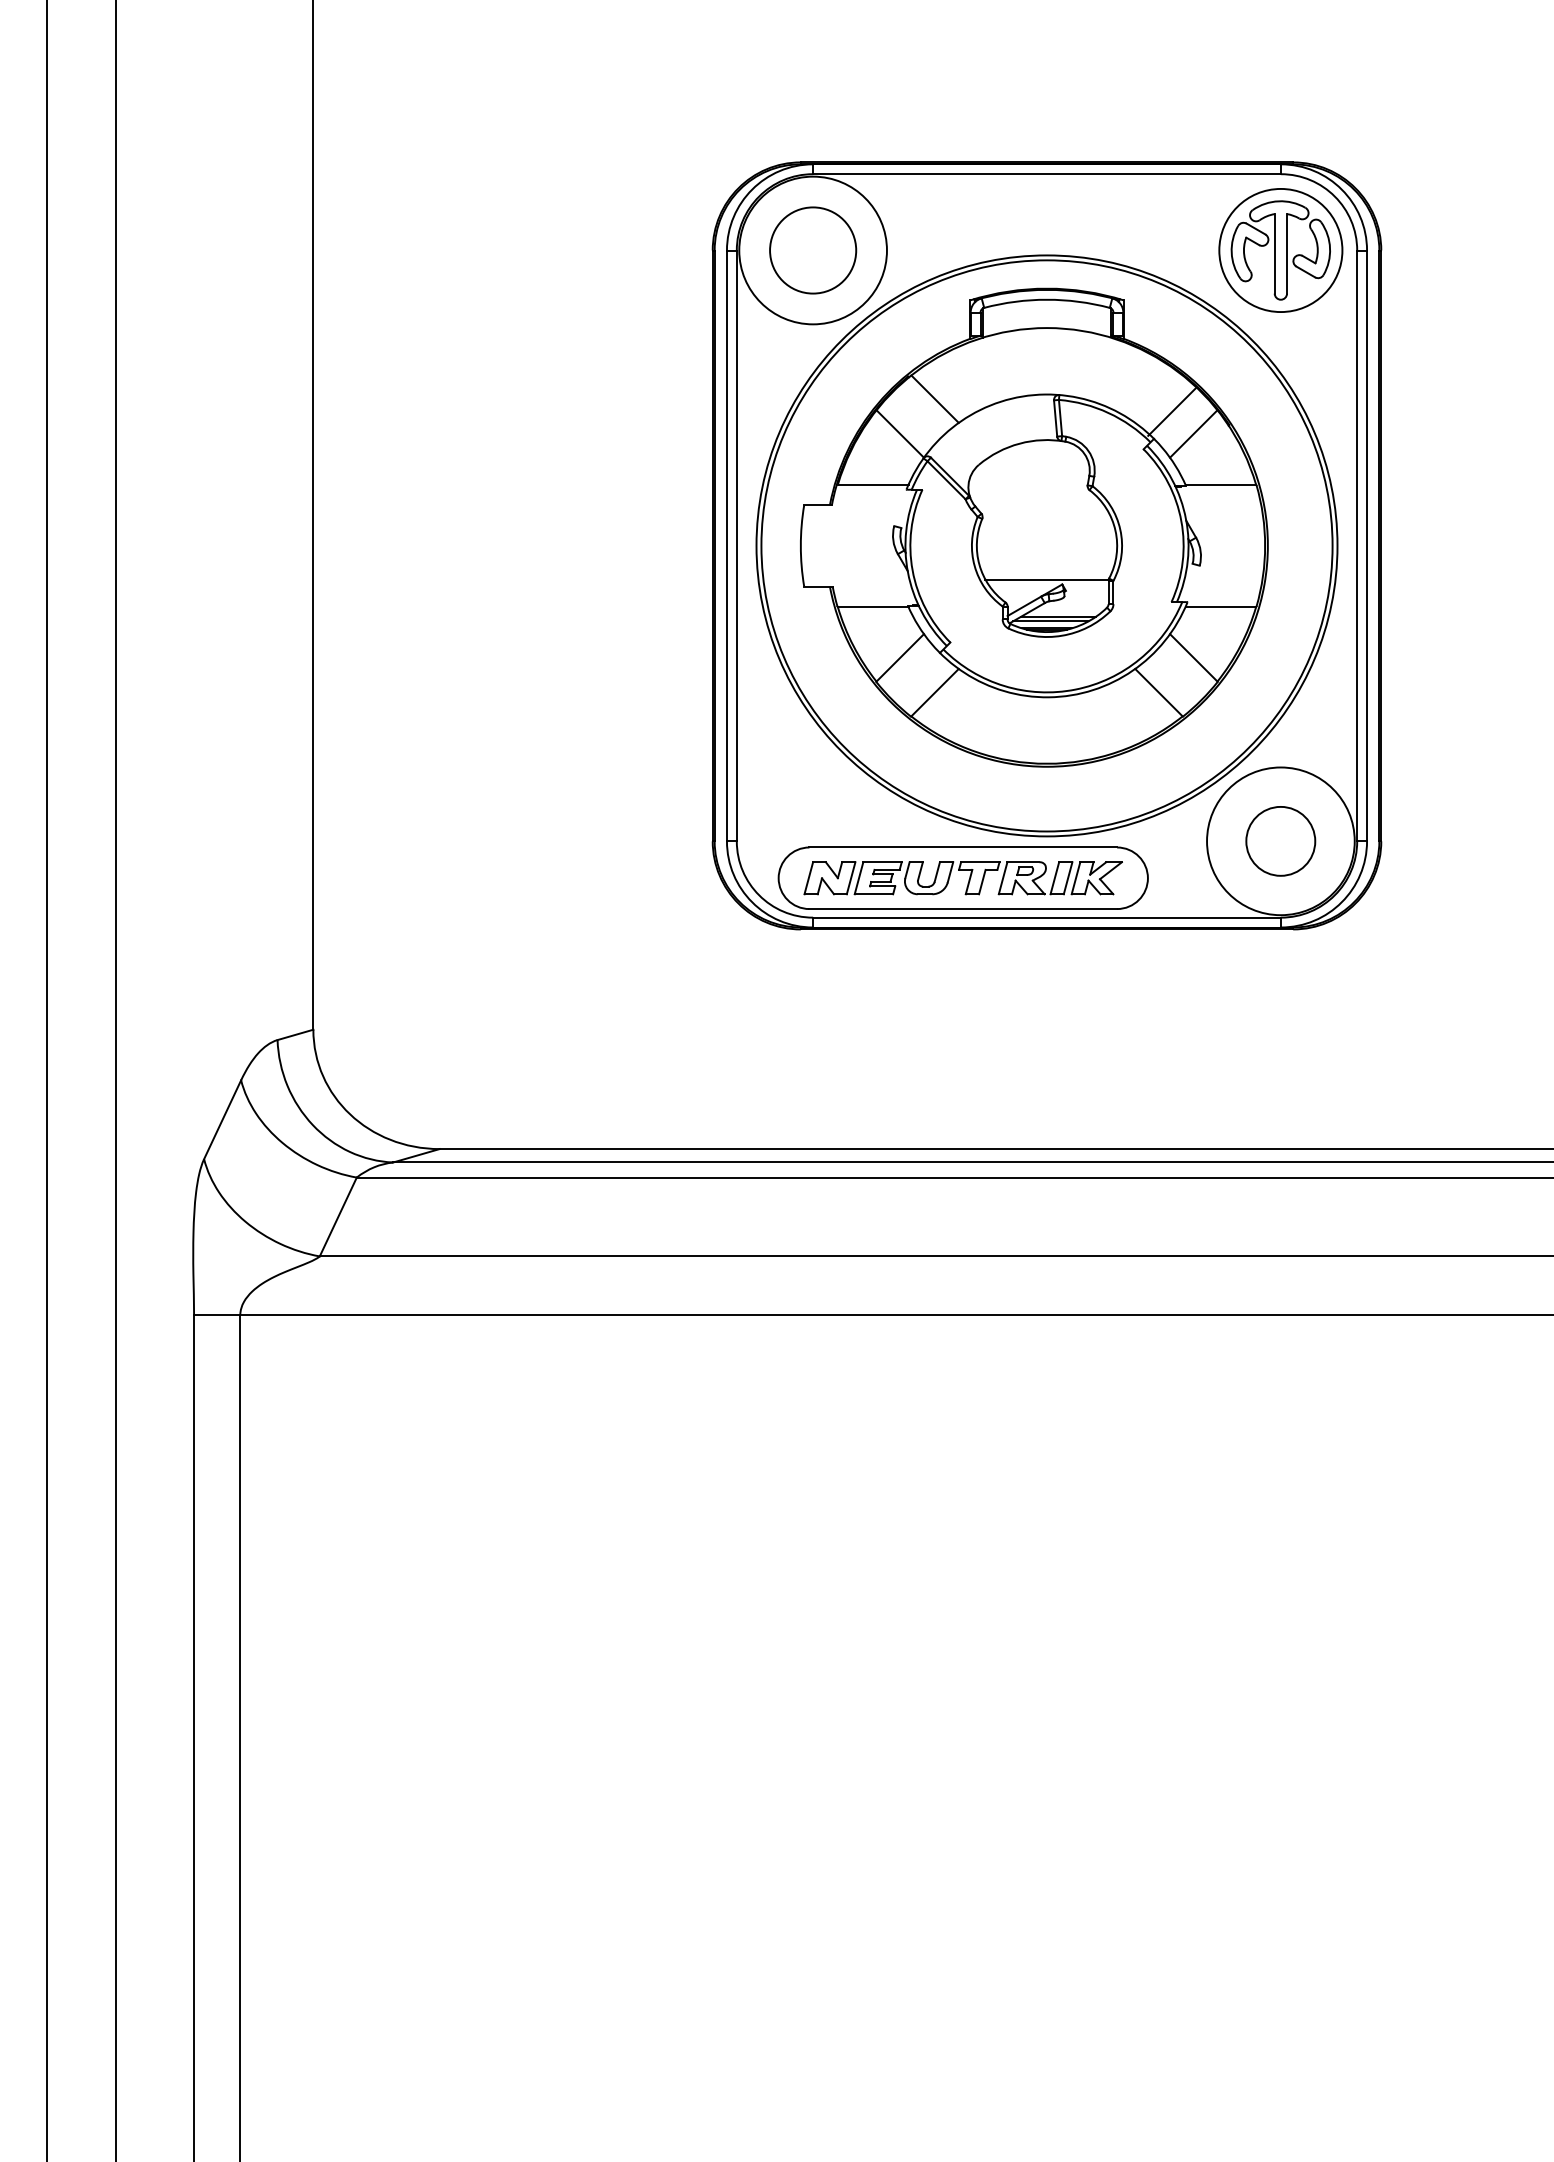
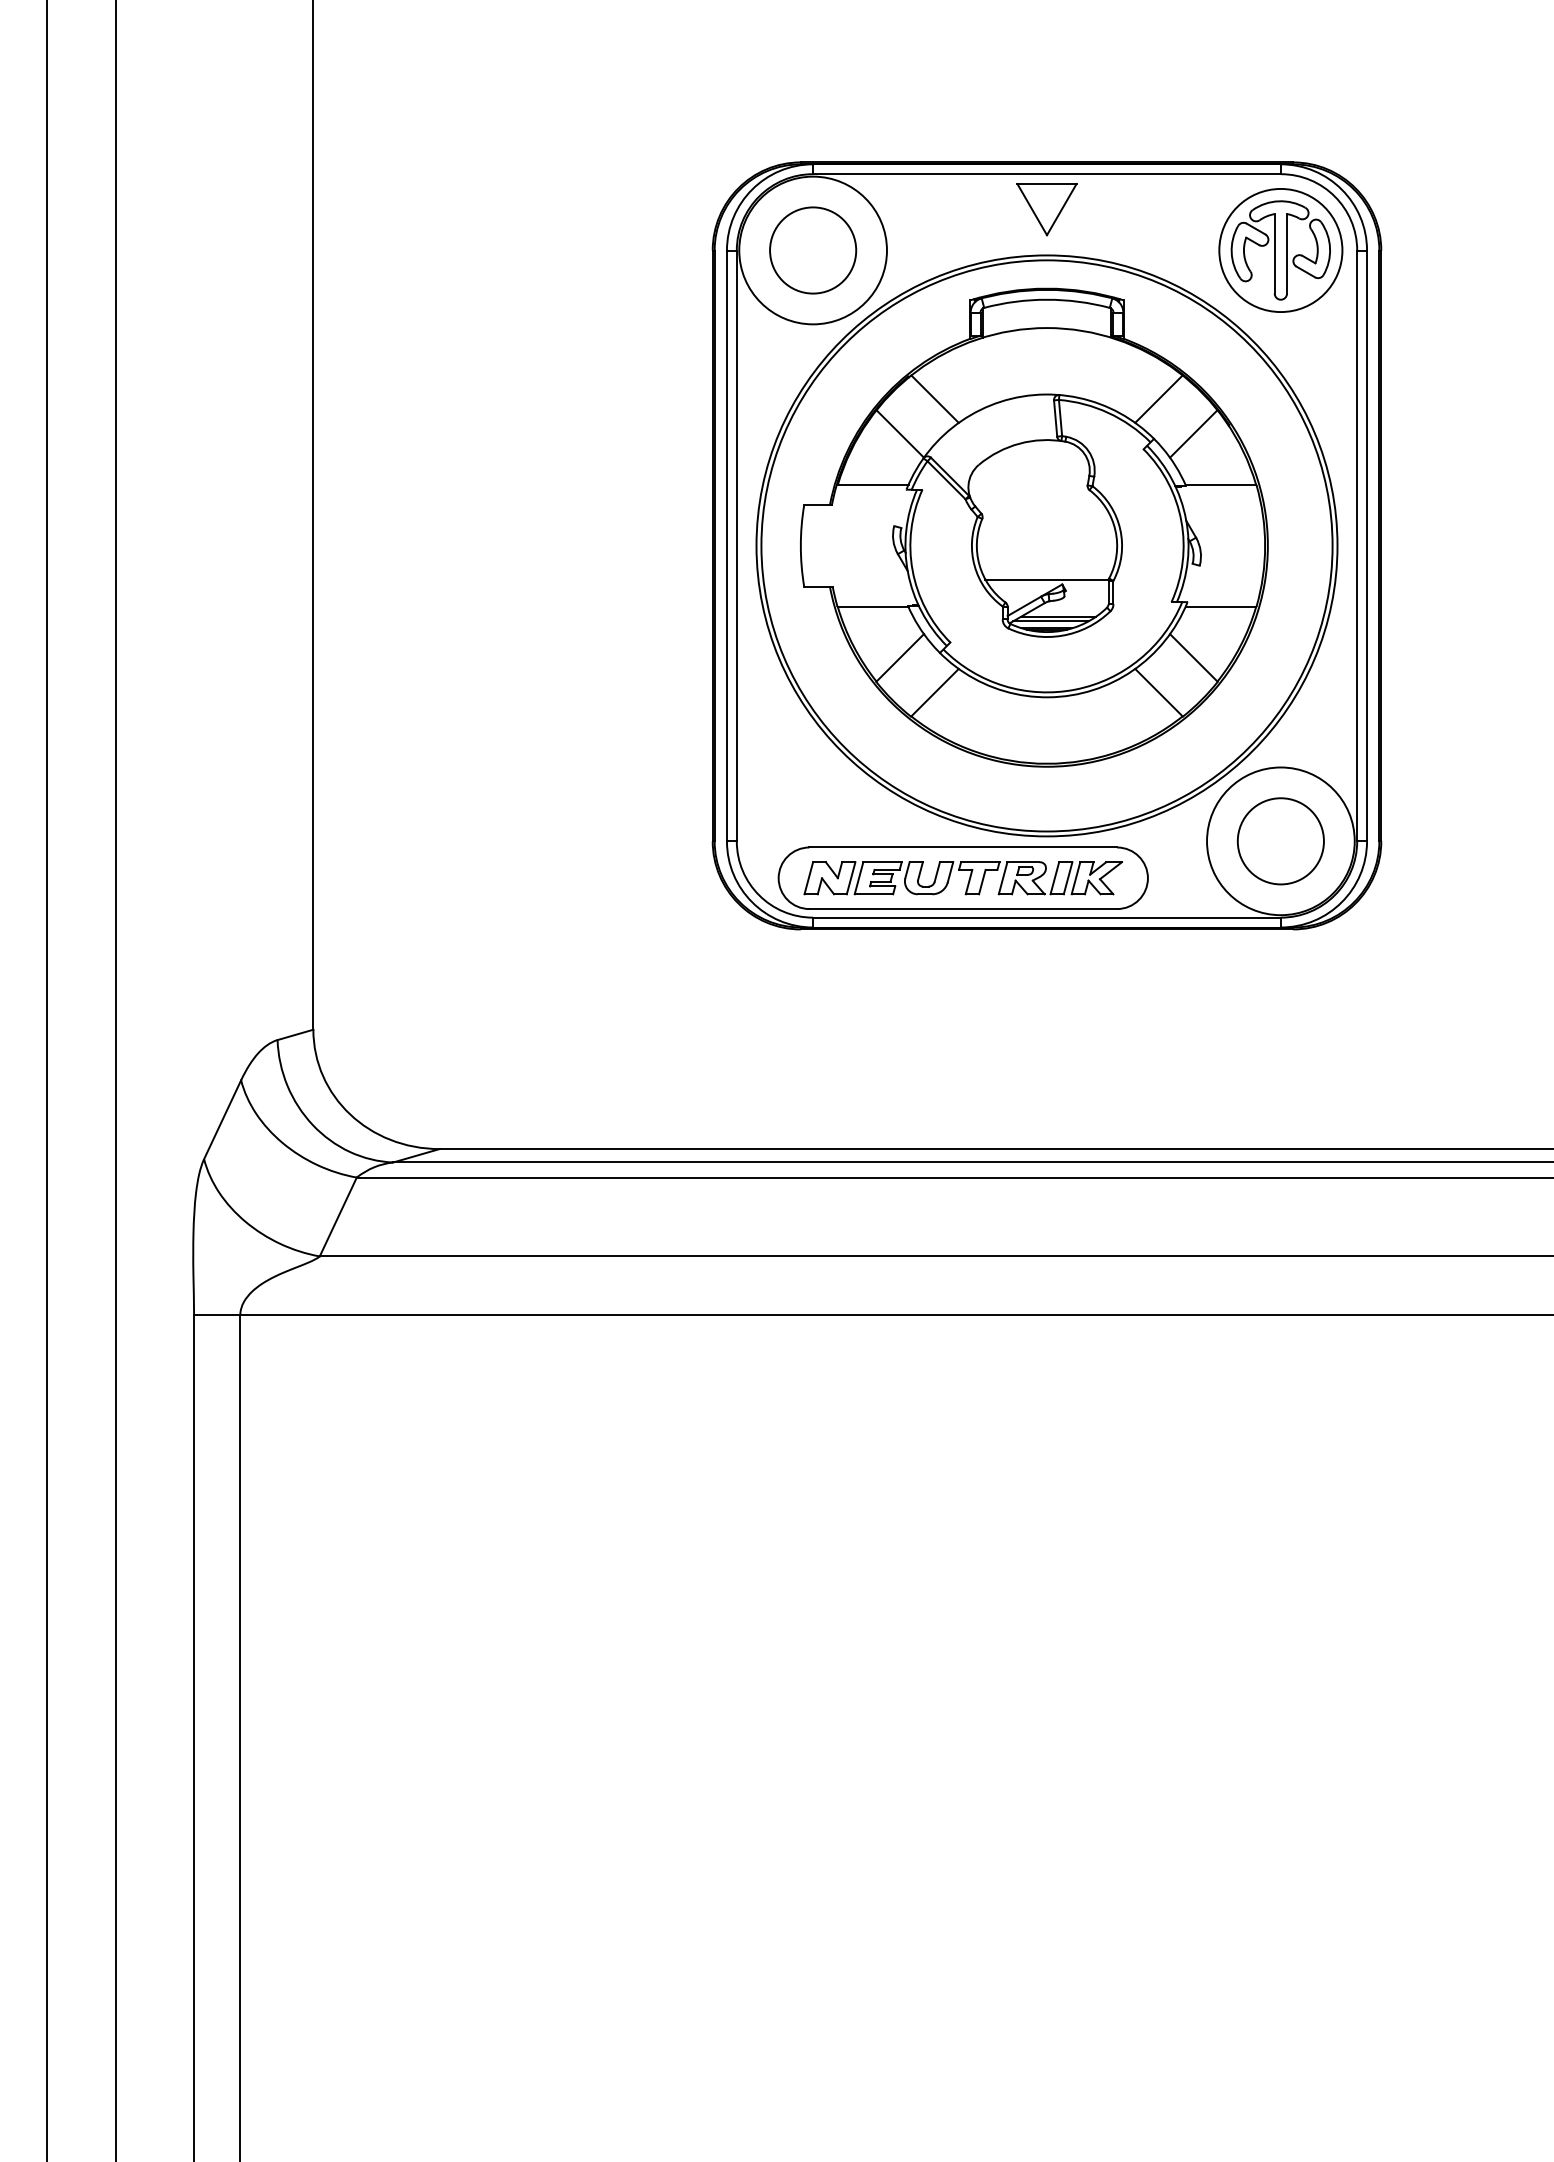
part at (1046, 209): none -> present
line at (1171, 411) position: (1171, 411) -> (1158, 398)
circle at (1280, 841) size: 72x71 px -> 89x89 px
